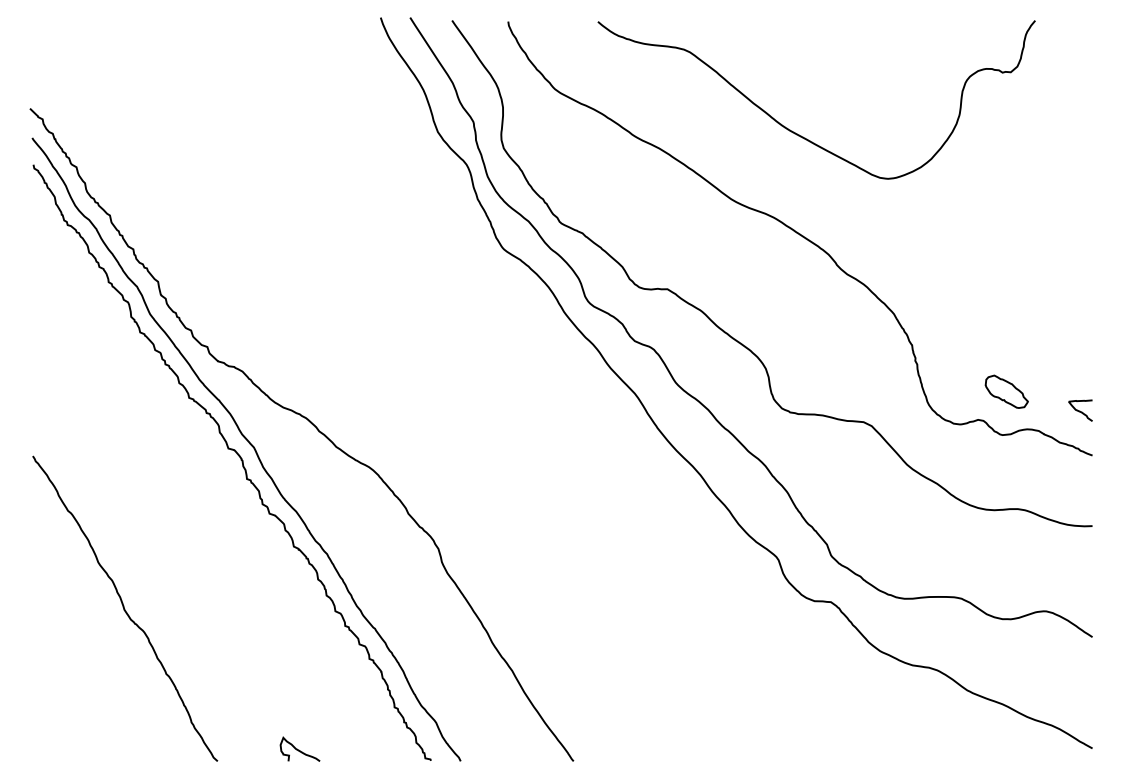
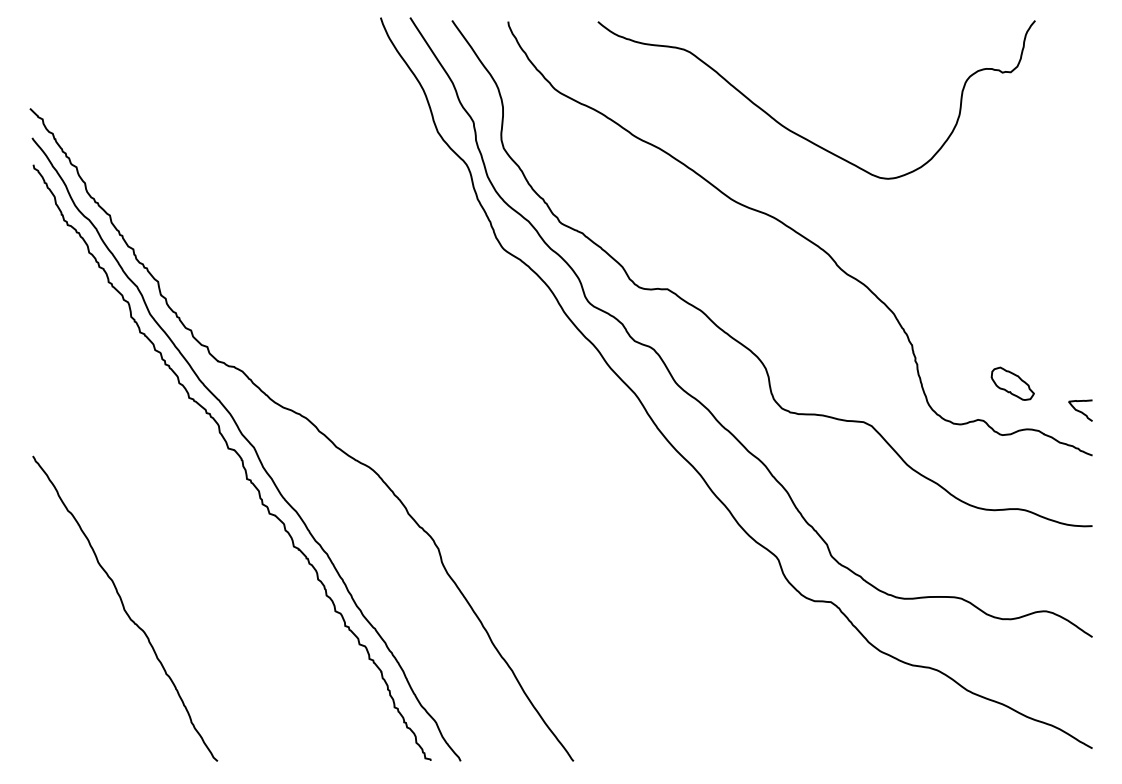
part at (1006, 391) position: (1006, 391) -> (1012, 383)
curve at (299, 749): present -> none
